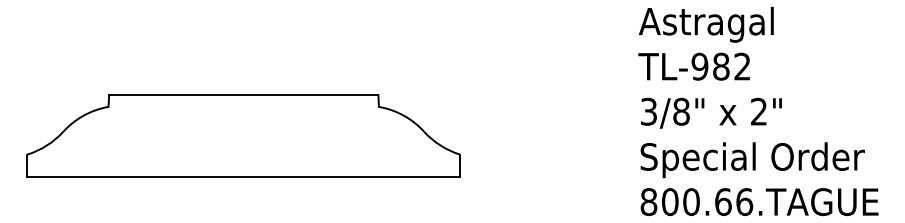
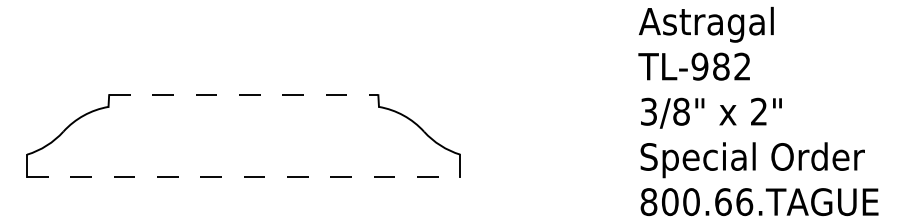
line at (243, 95): solid -> dashed
line at (243, 177): solid -> dashed
